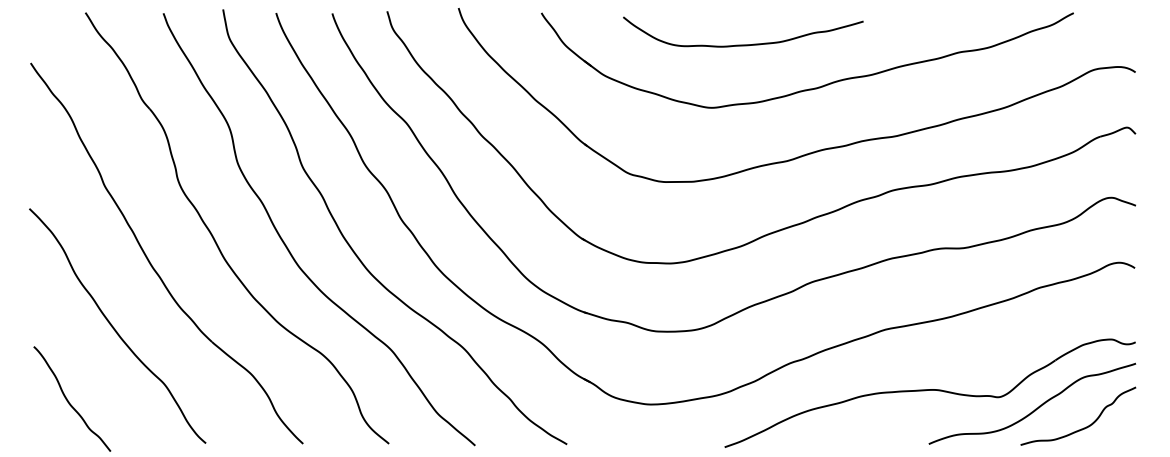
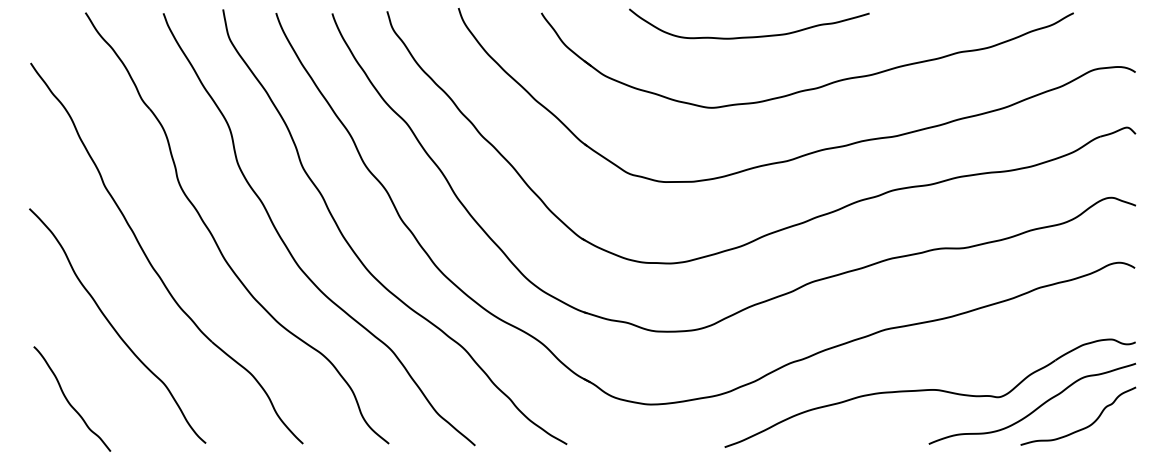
curve at (743, 44) position: (743, 44) -> (749, 36)
